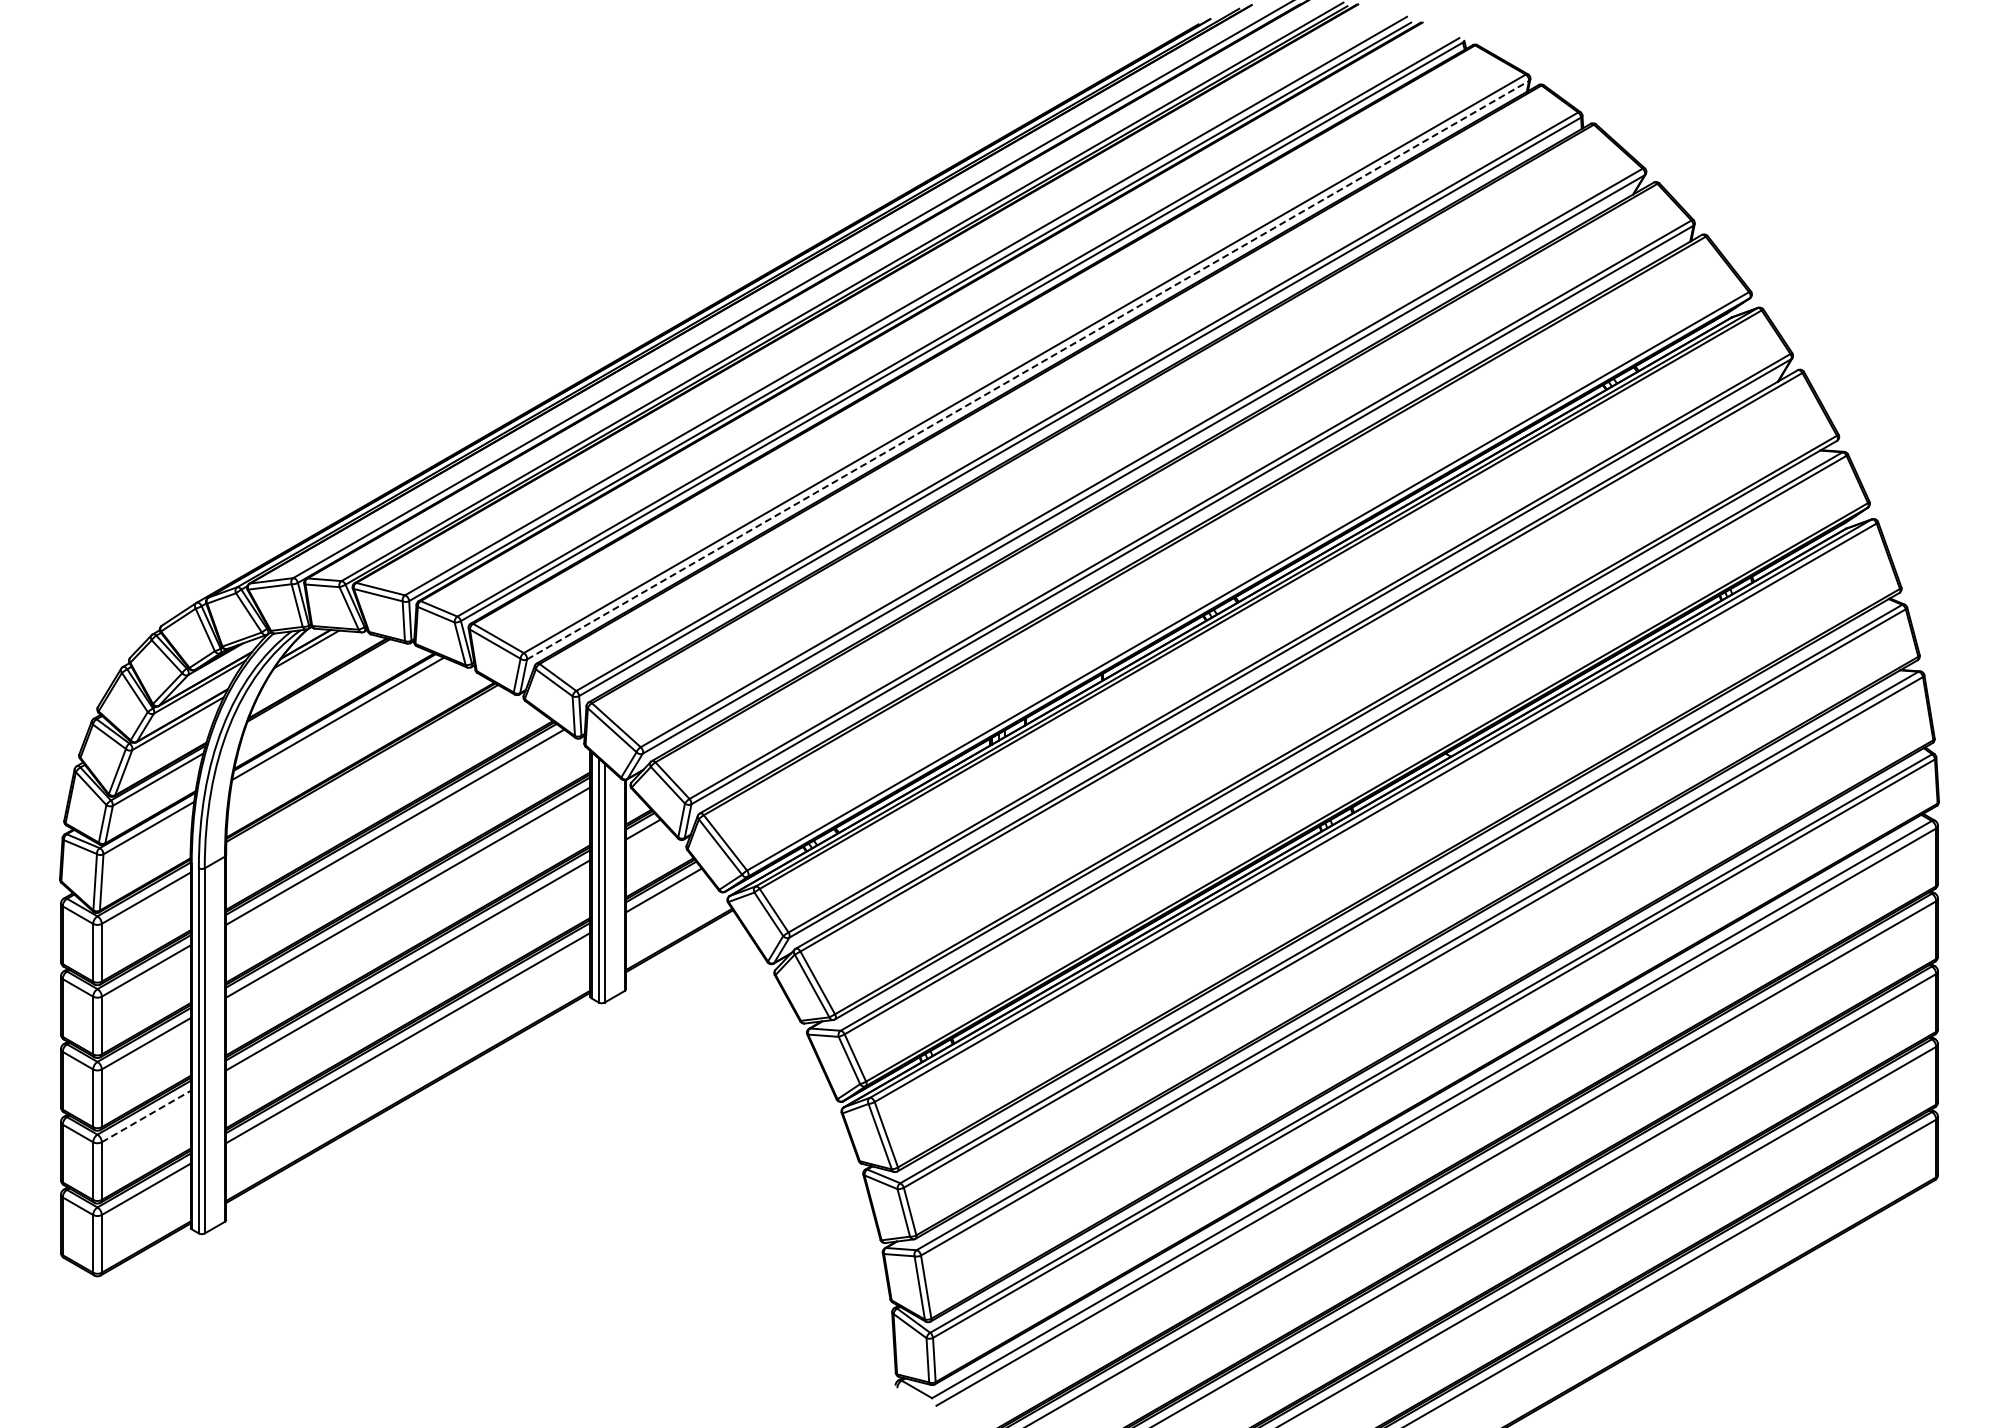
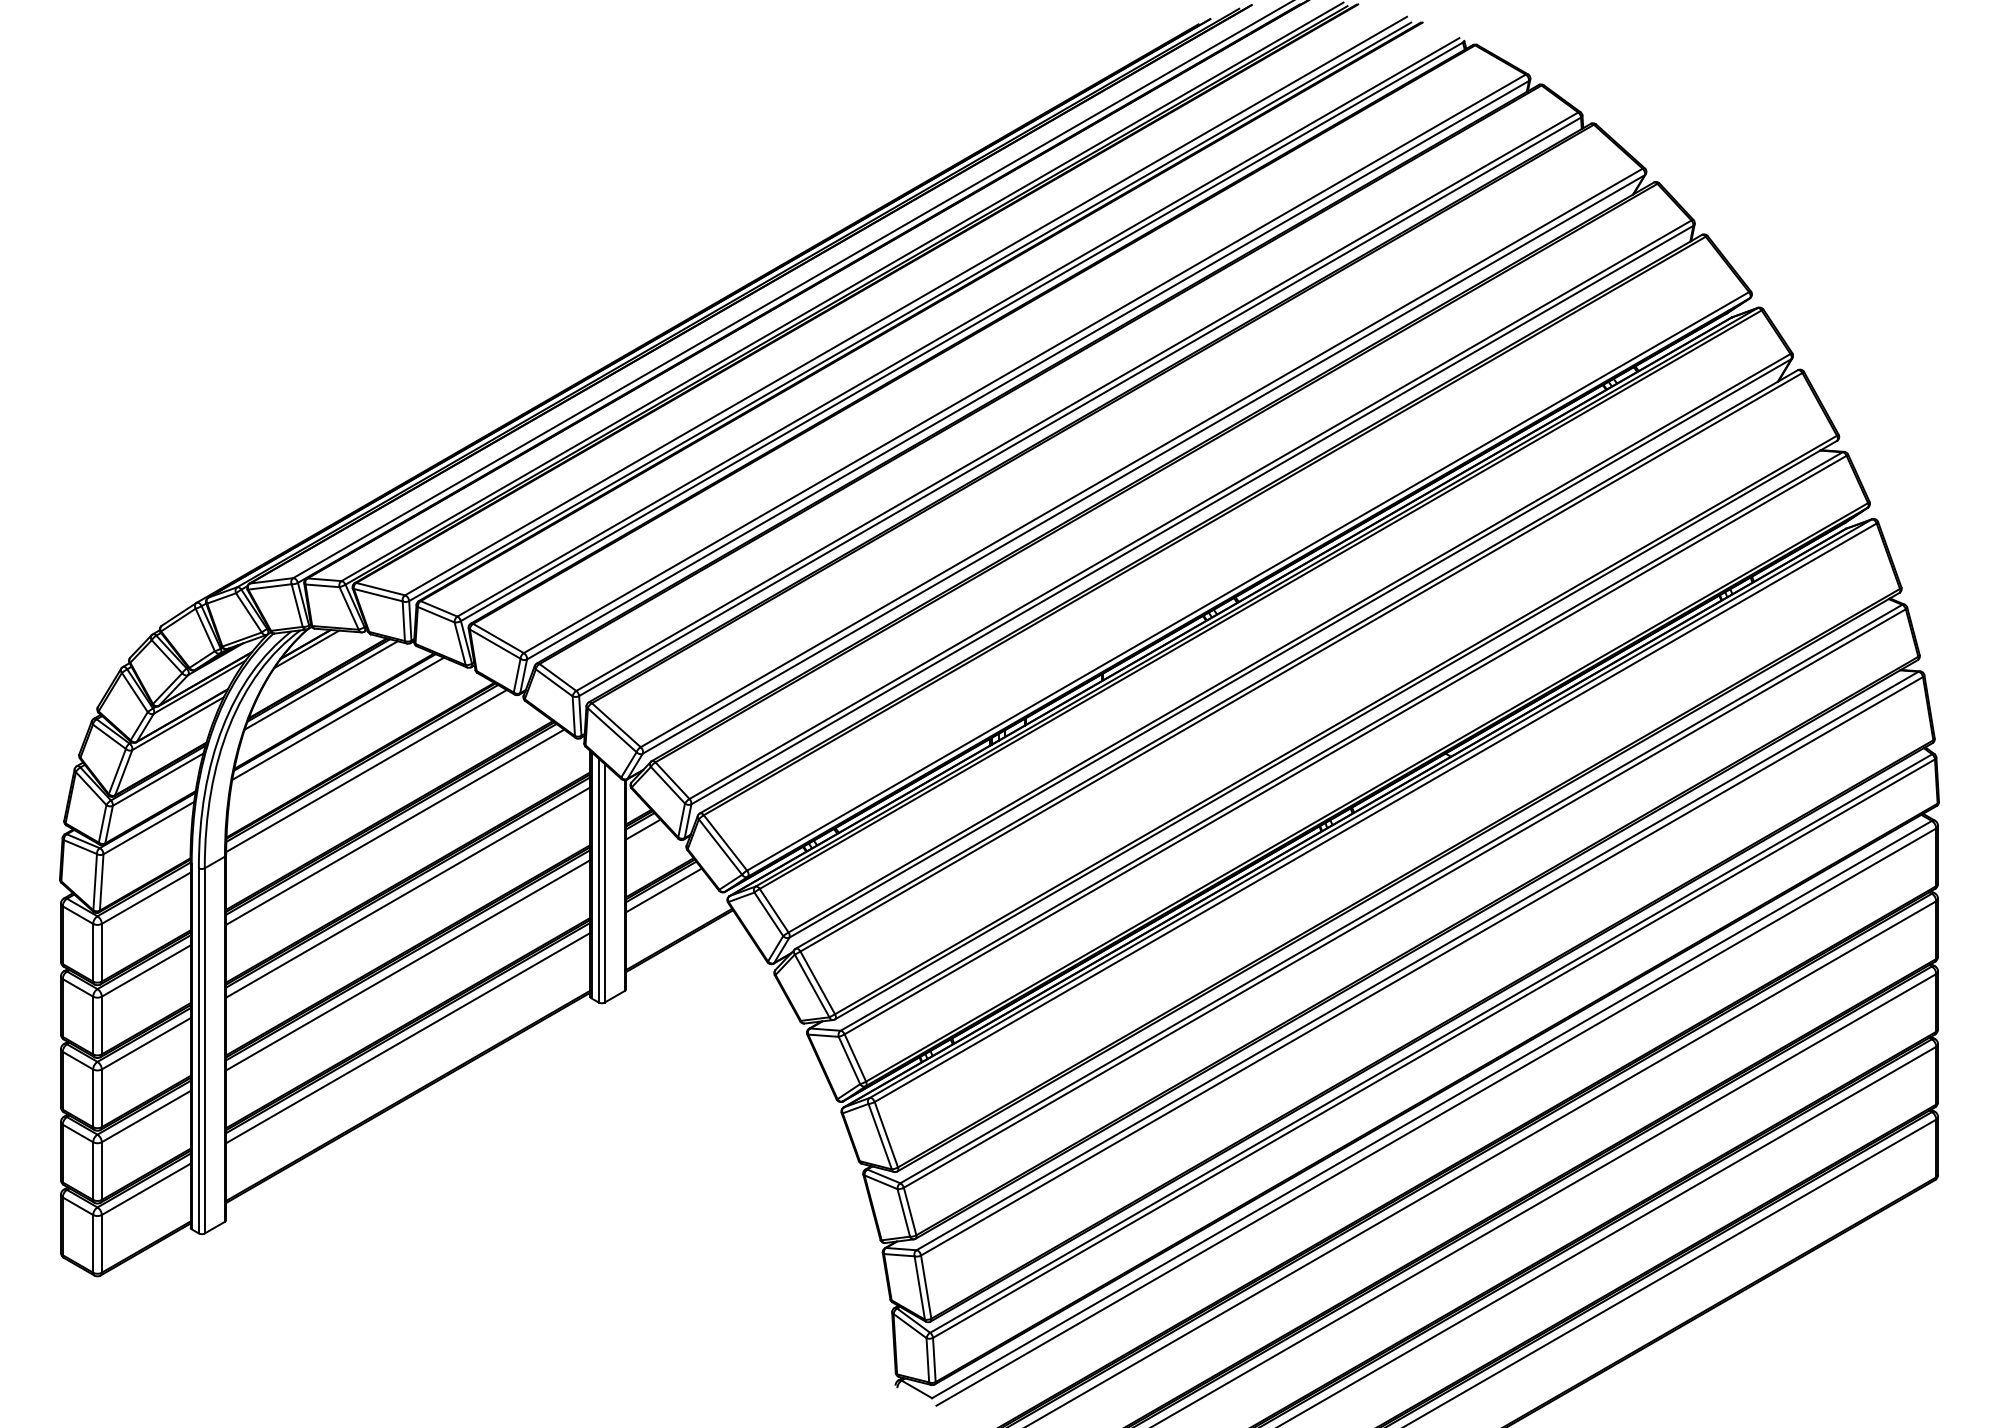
line at (1028, 369): dashed -> solid
line at (320, 685): none -> present
line at (366, 771): none -> present
line at (146, 1116): dashed -> solid
